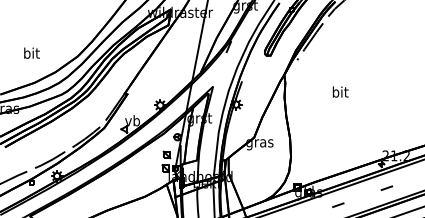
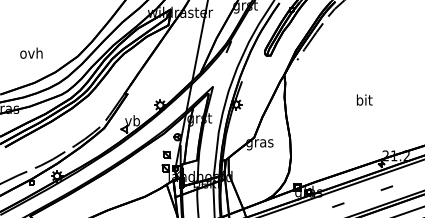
text at (31, 52): bit -> ovh
text at (340, 91) position: (340, 91) -> (364, 99)
